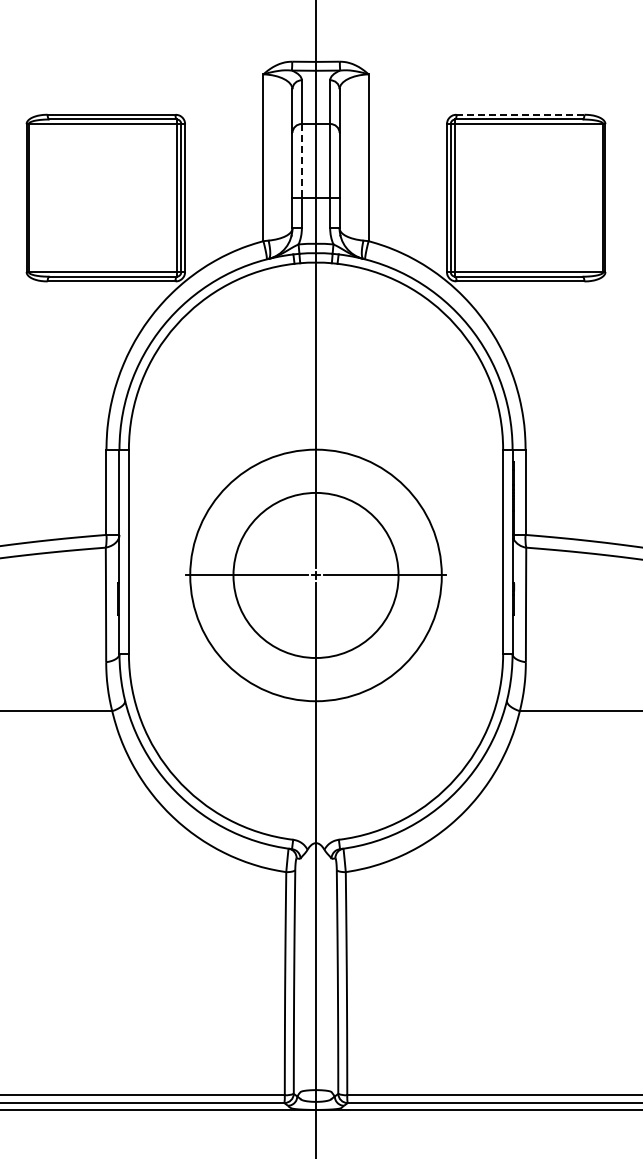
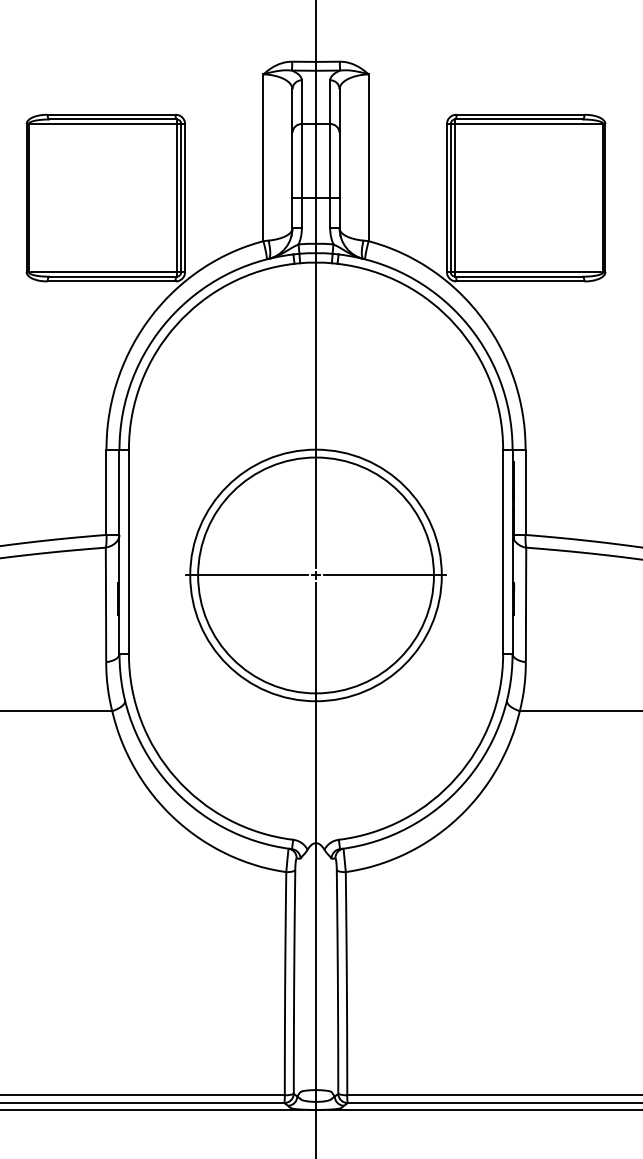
line at (520, 114): dashed -> solid
line at (301, 160): dashed -> solid
circle at (315, 575) diameter: 165 px -> 236 px
